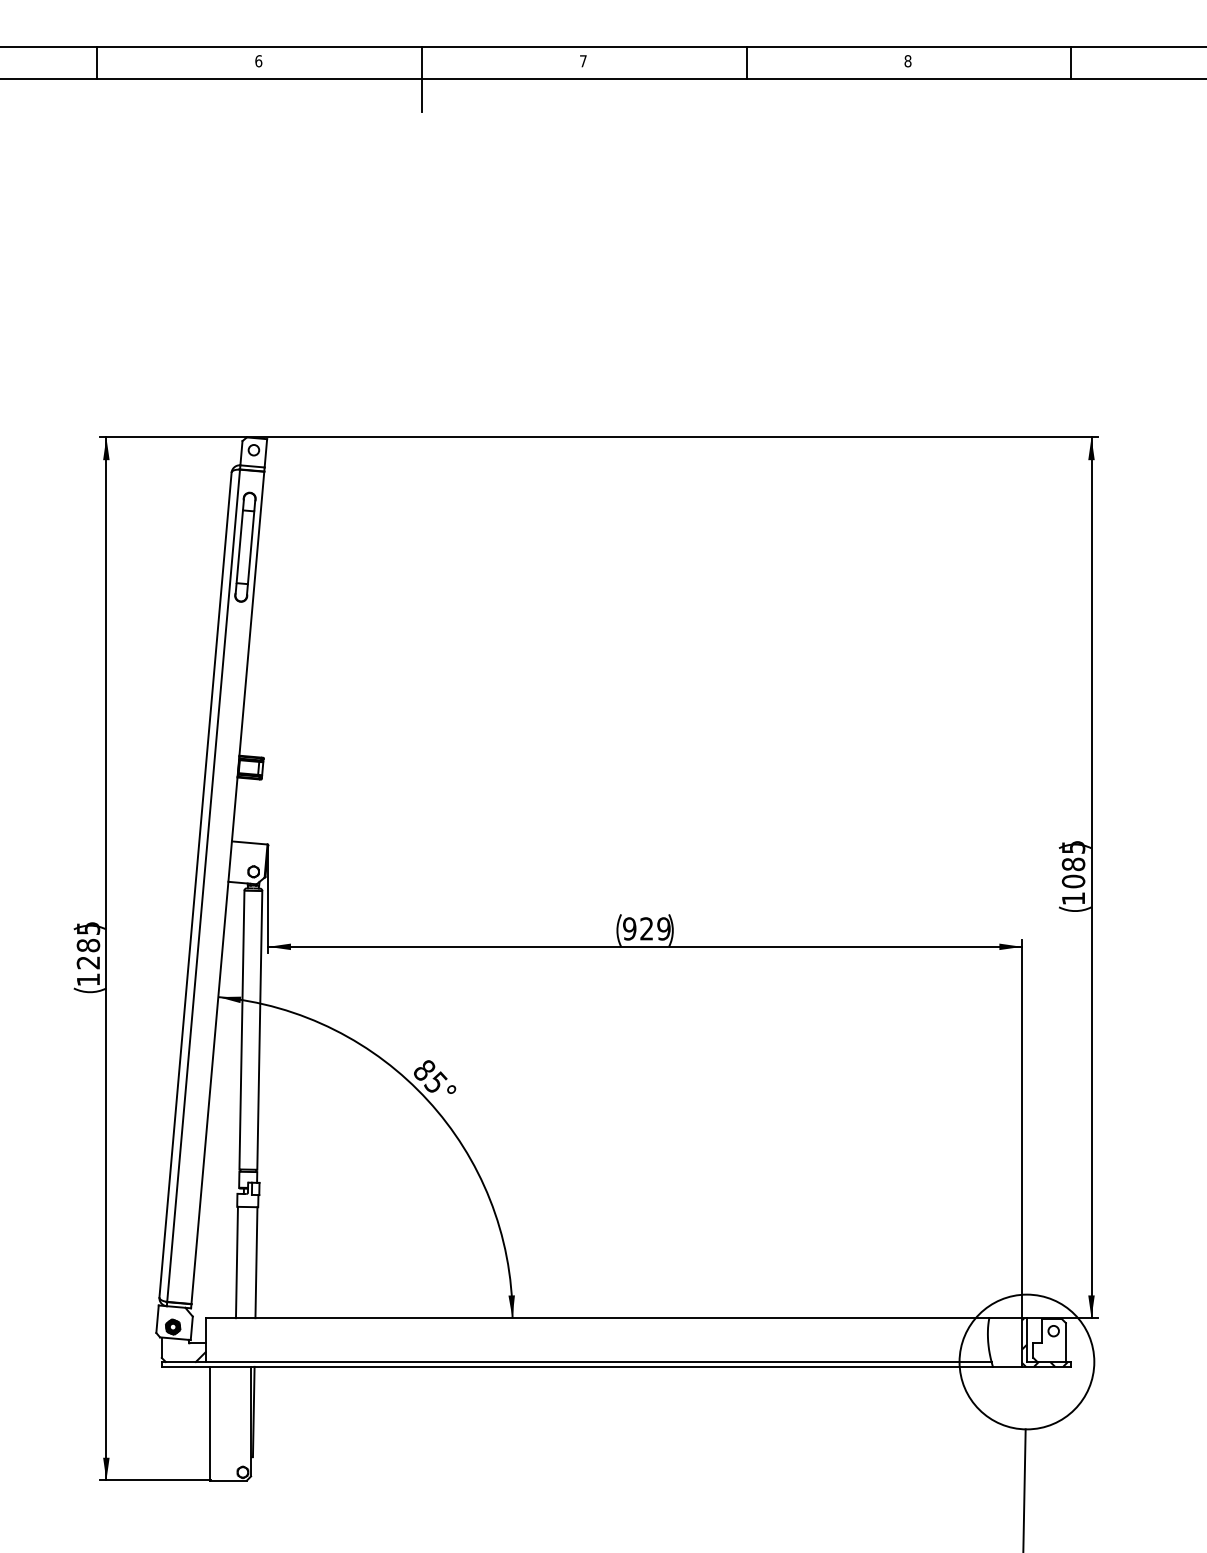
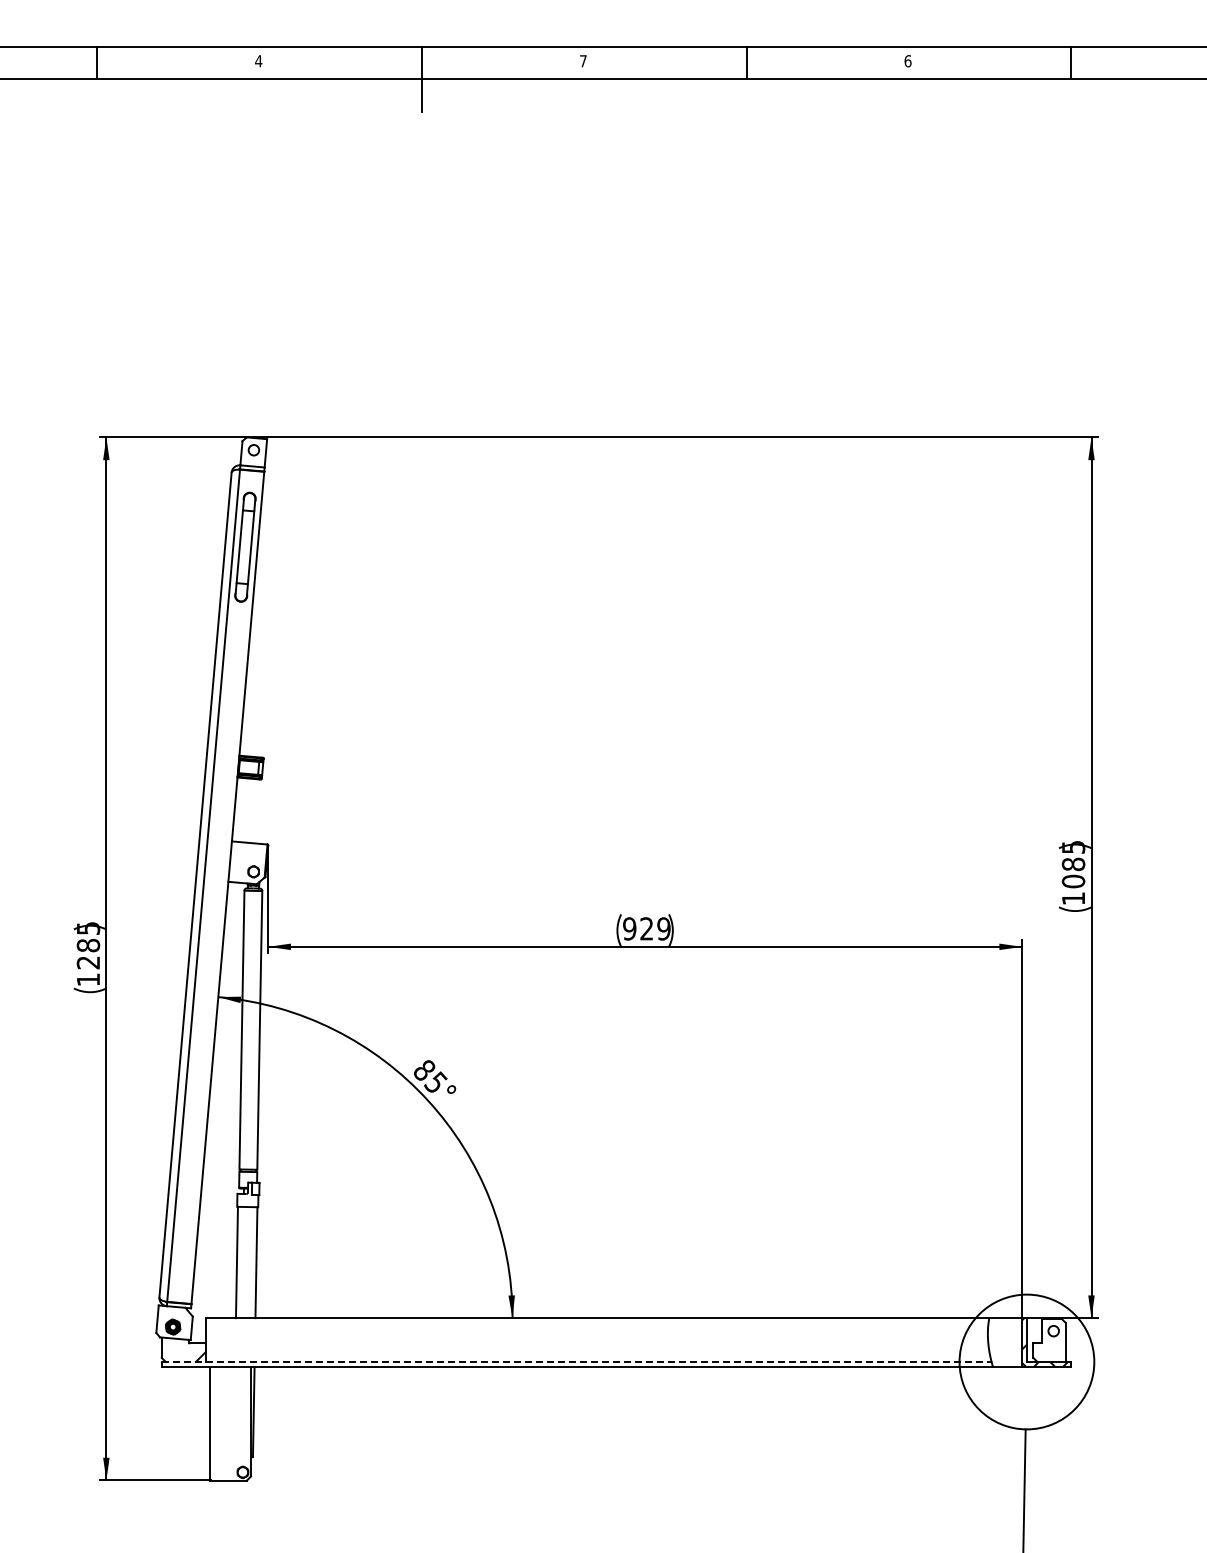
text at (258, 61): 6 -> 4
text at (907, 61): 8 -> 6
line at (576, 1362): solid -> dashed
